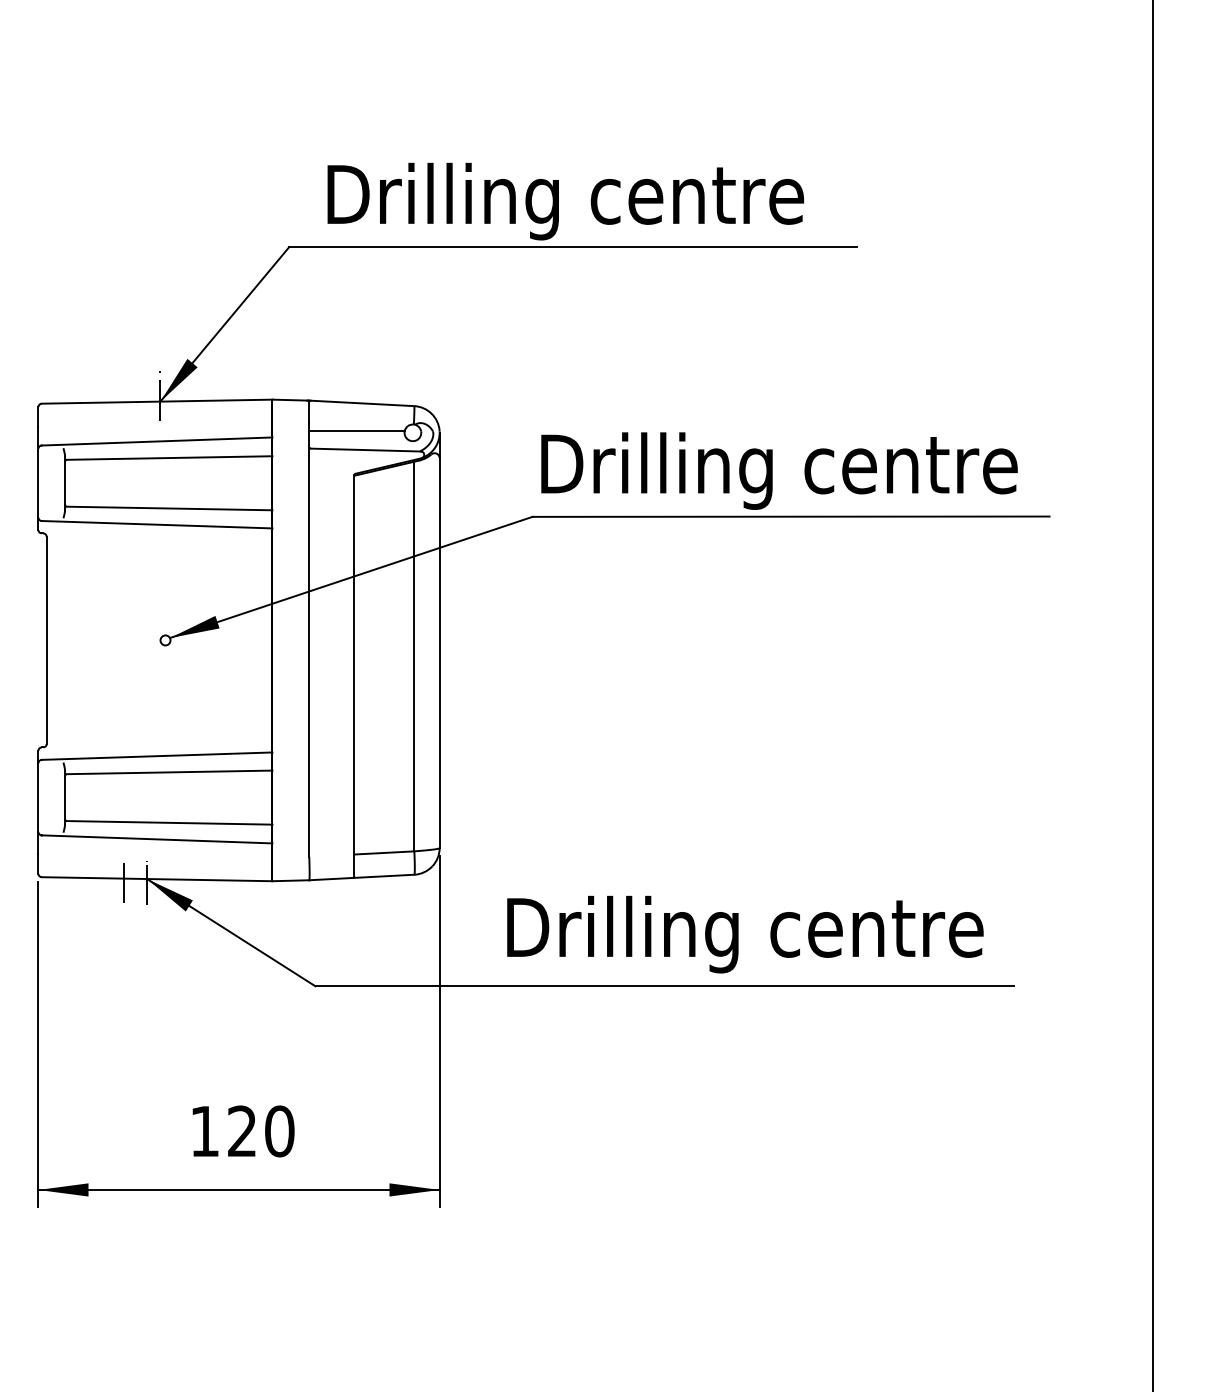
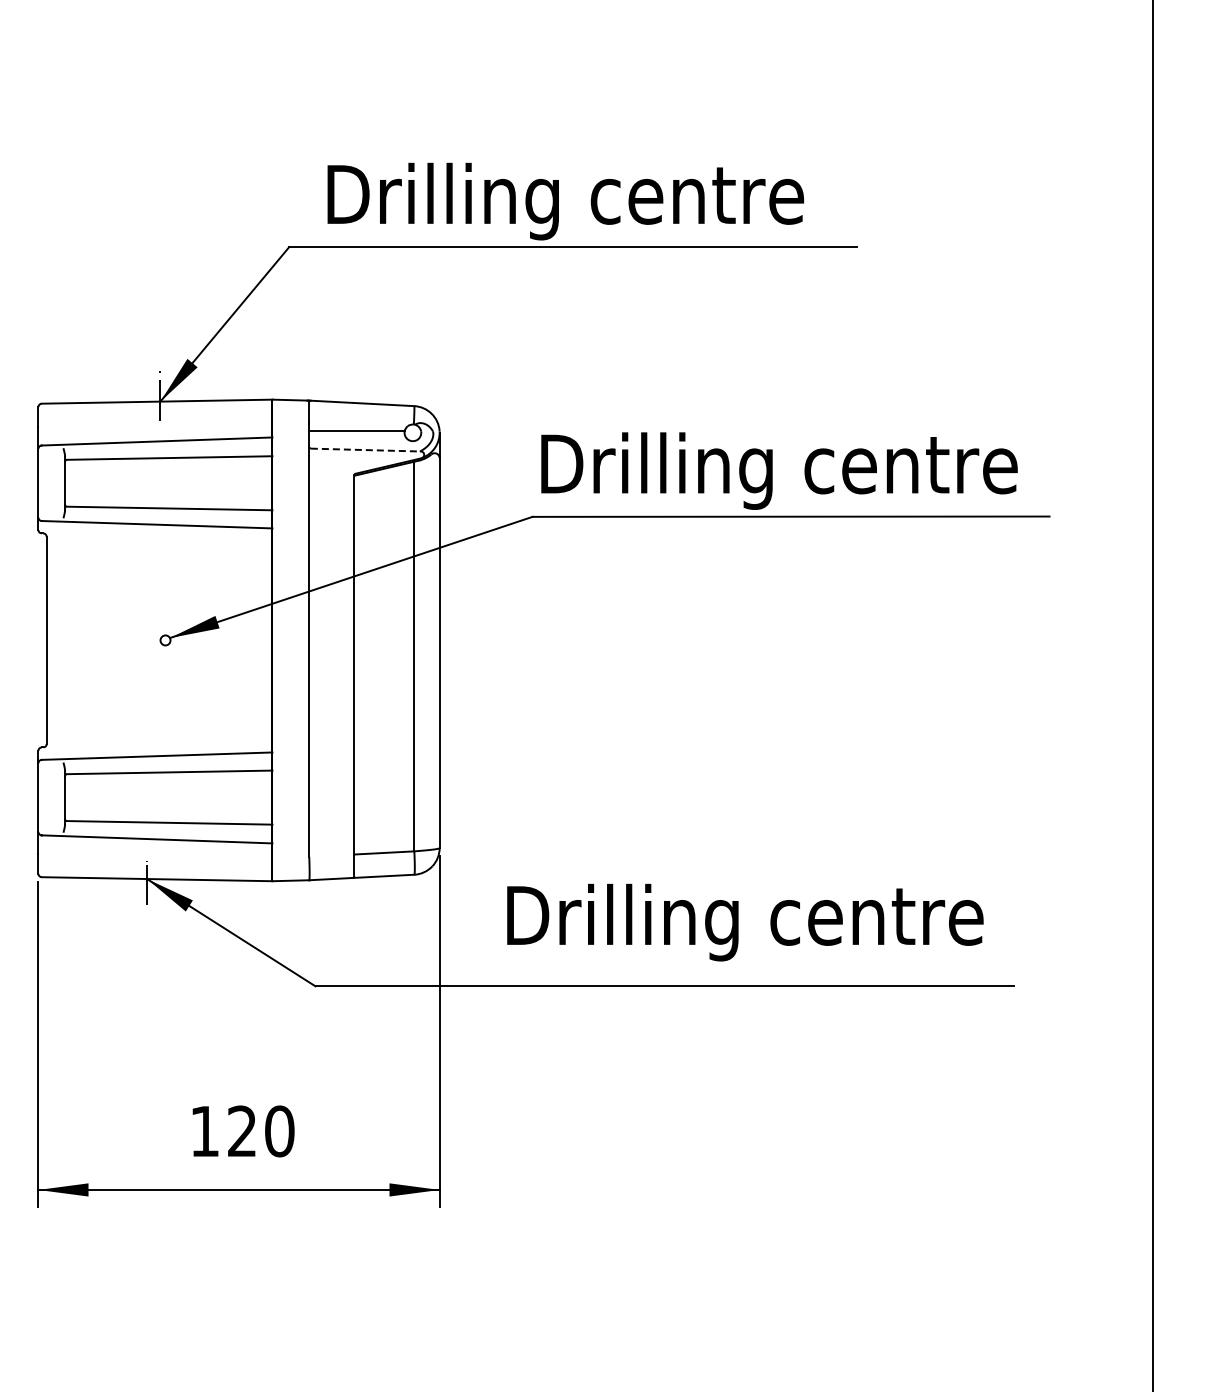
line at (366, 450): solid -> dashed
line at (123, 879): present -> none
text at (745, 934) position: (745, 934) -> (745, 922)
